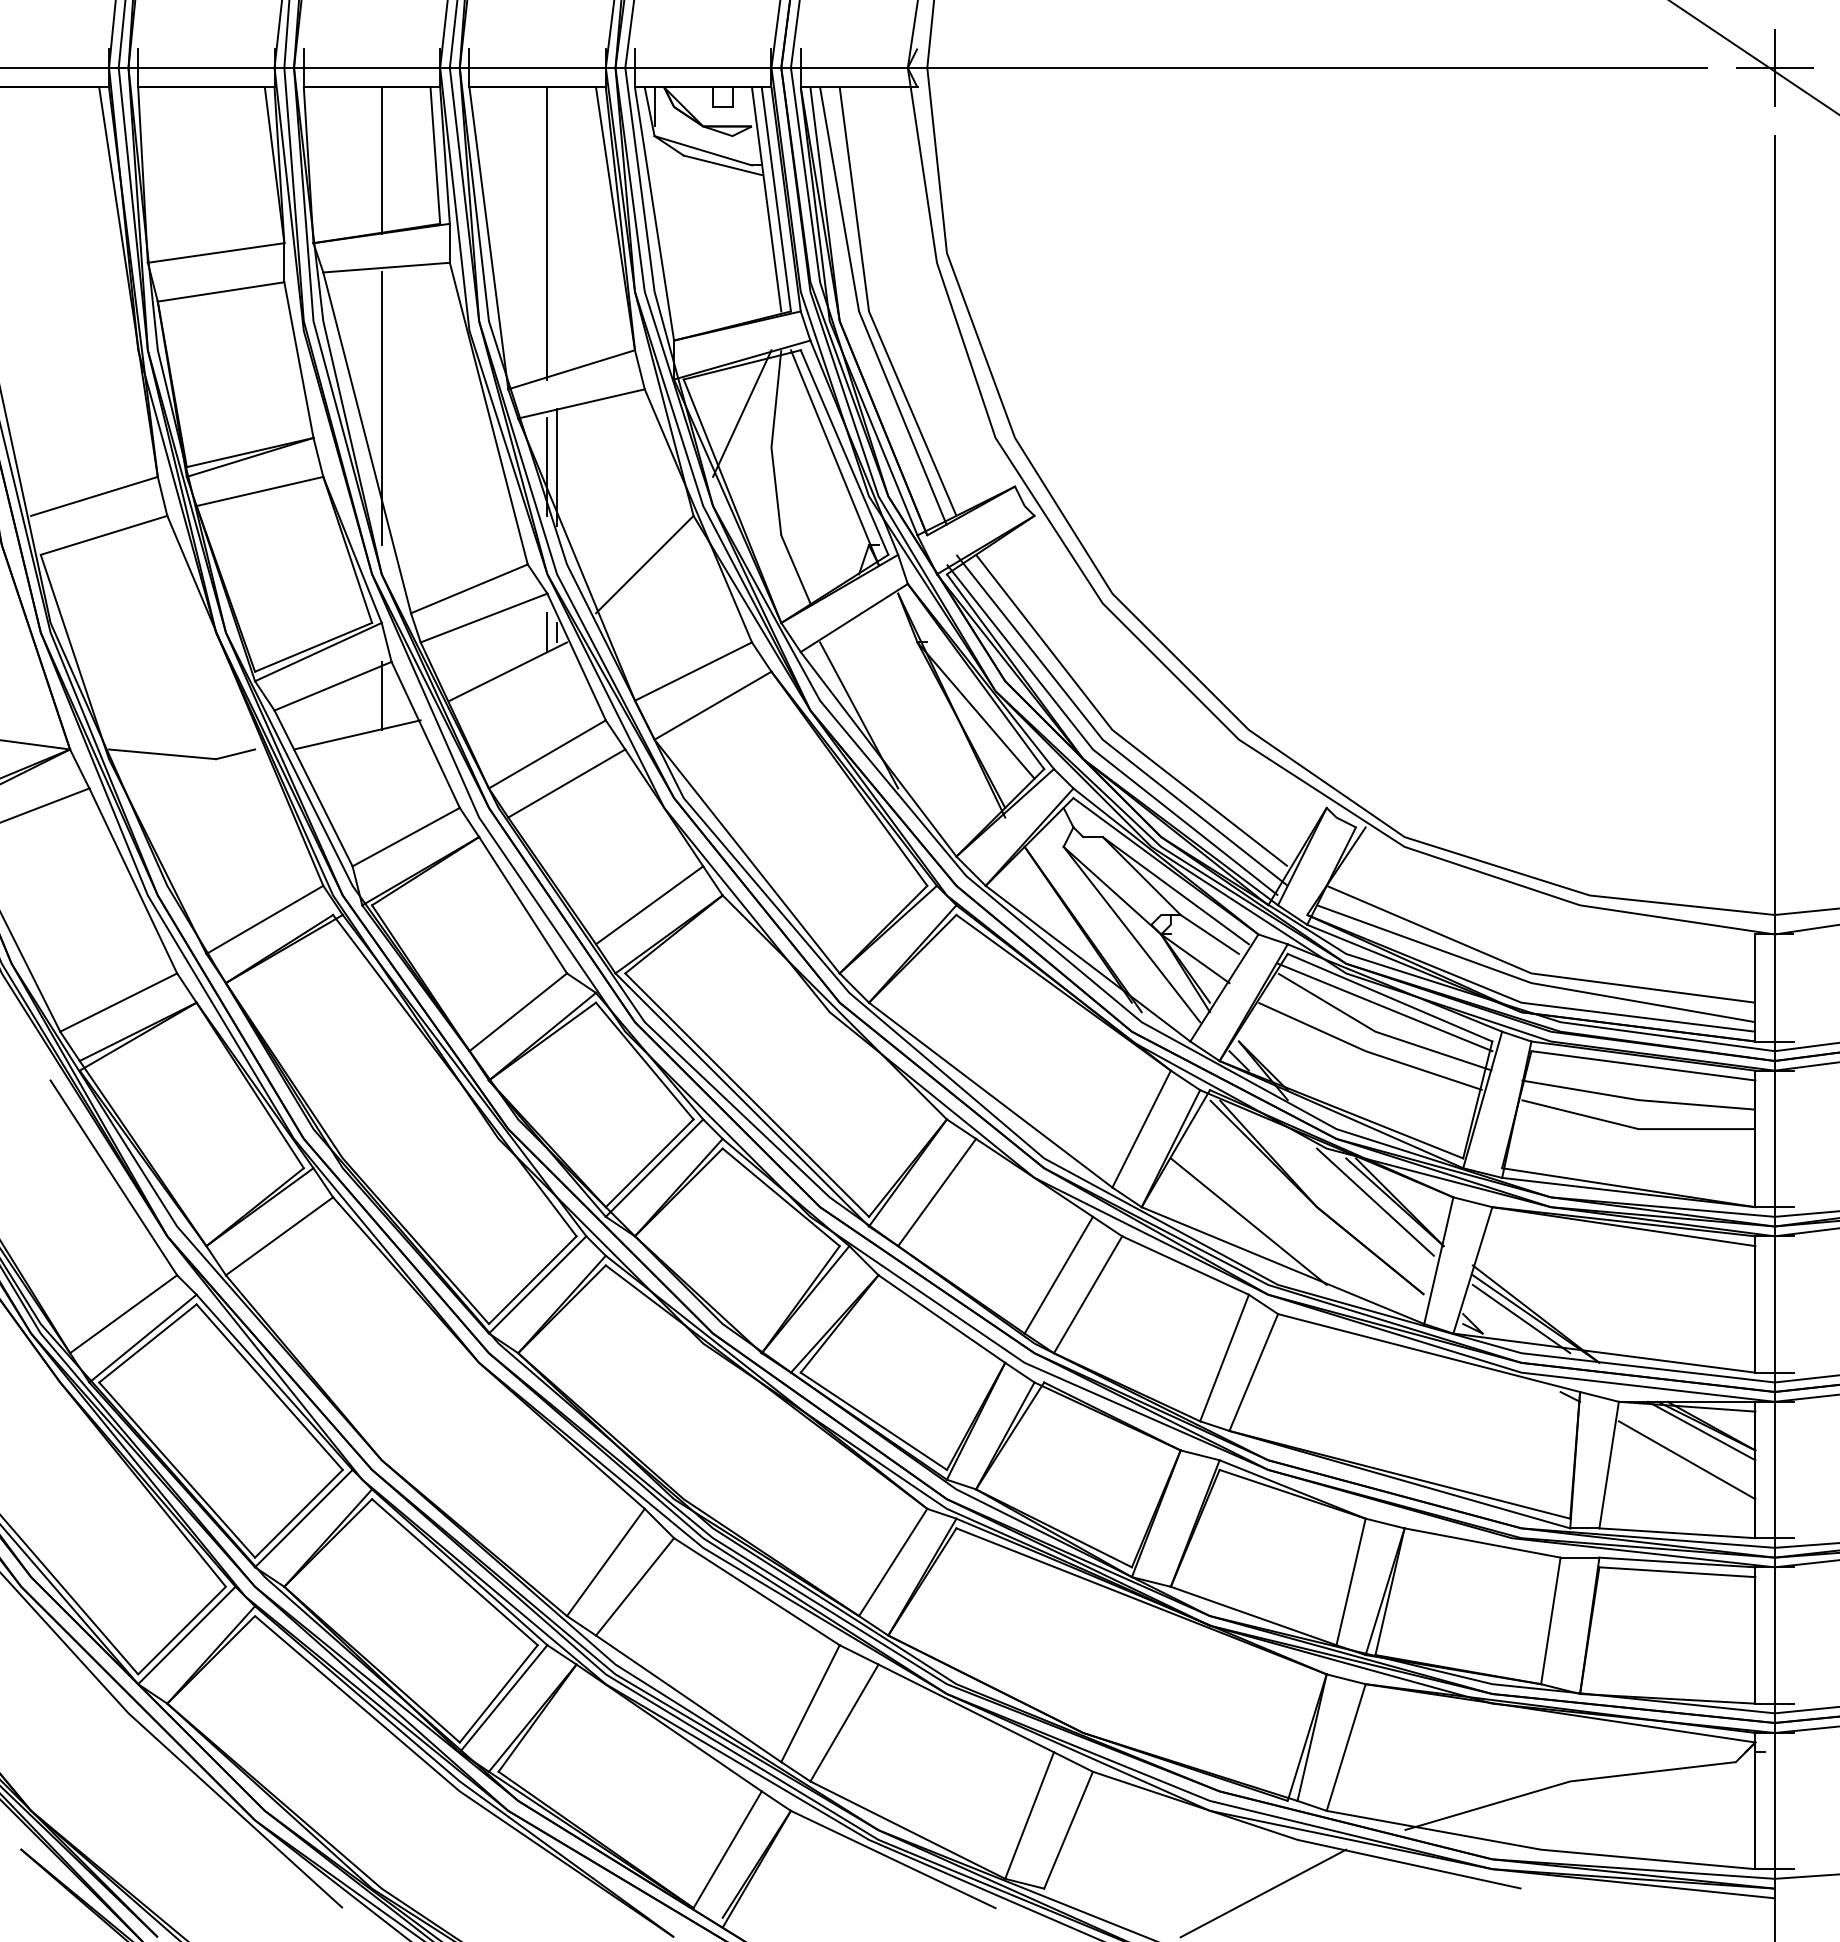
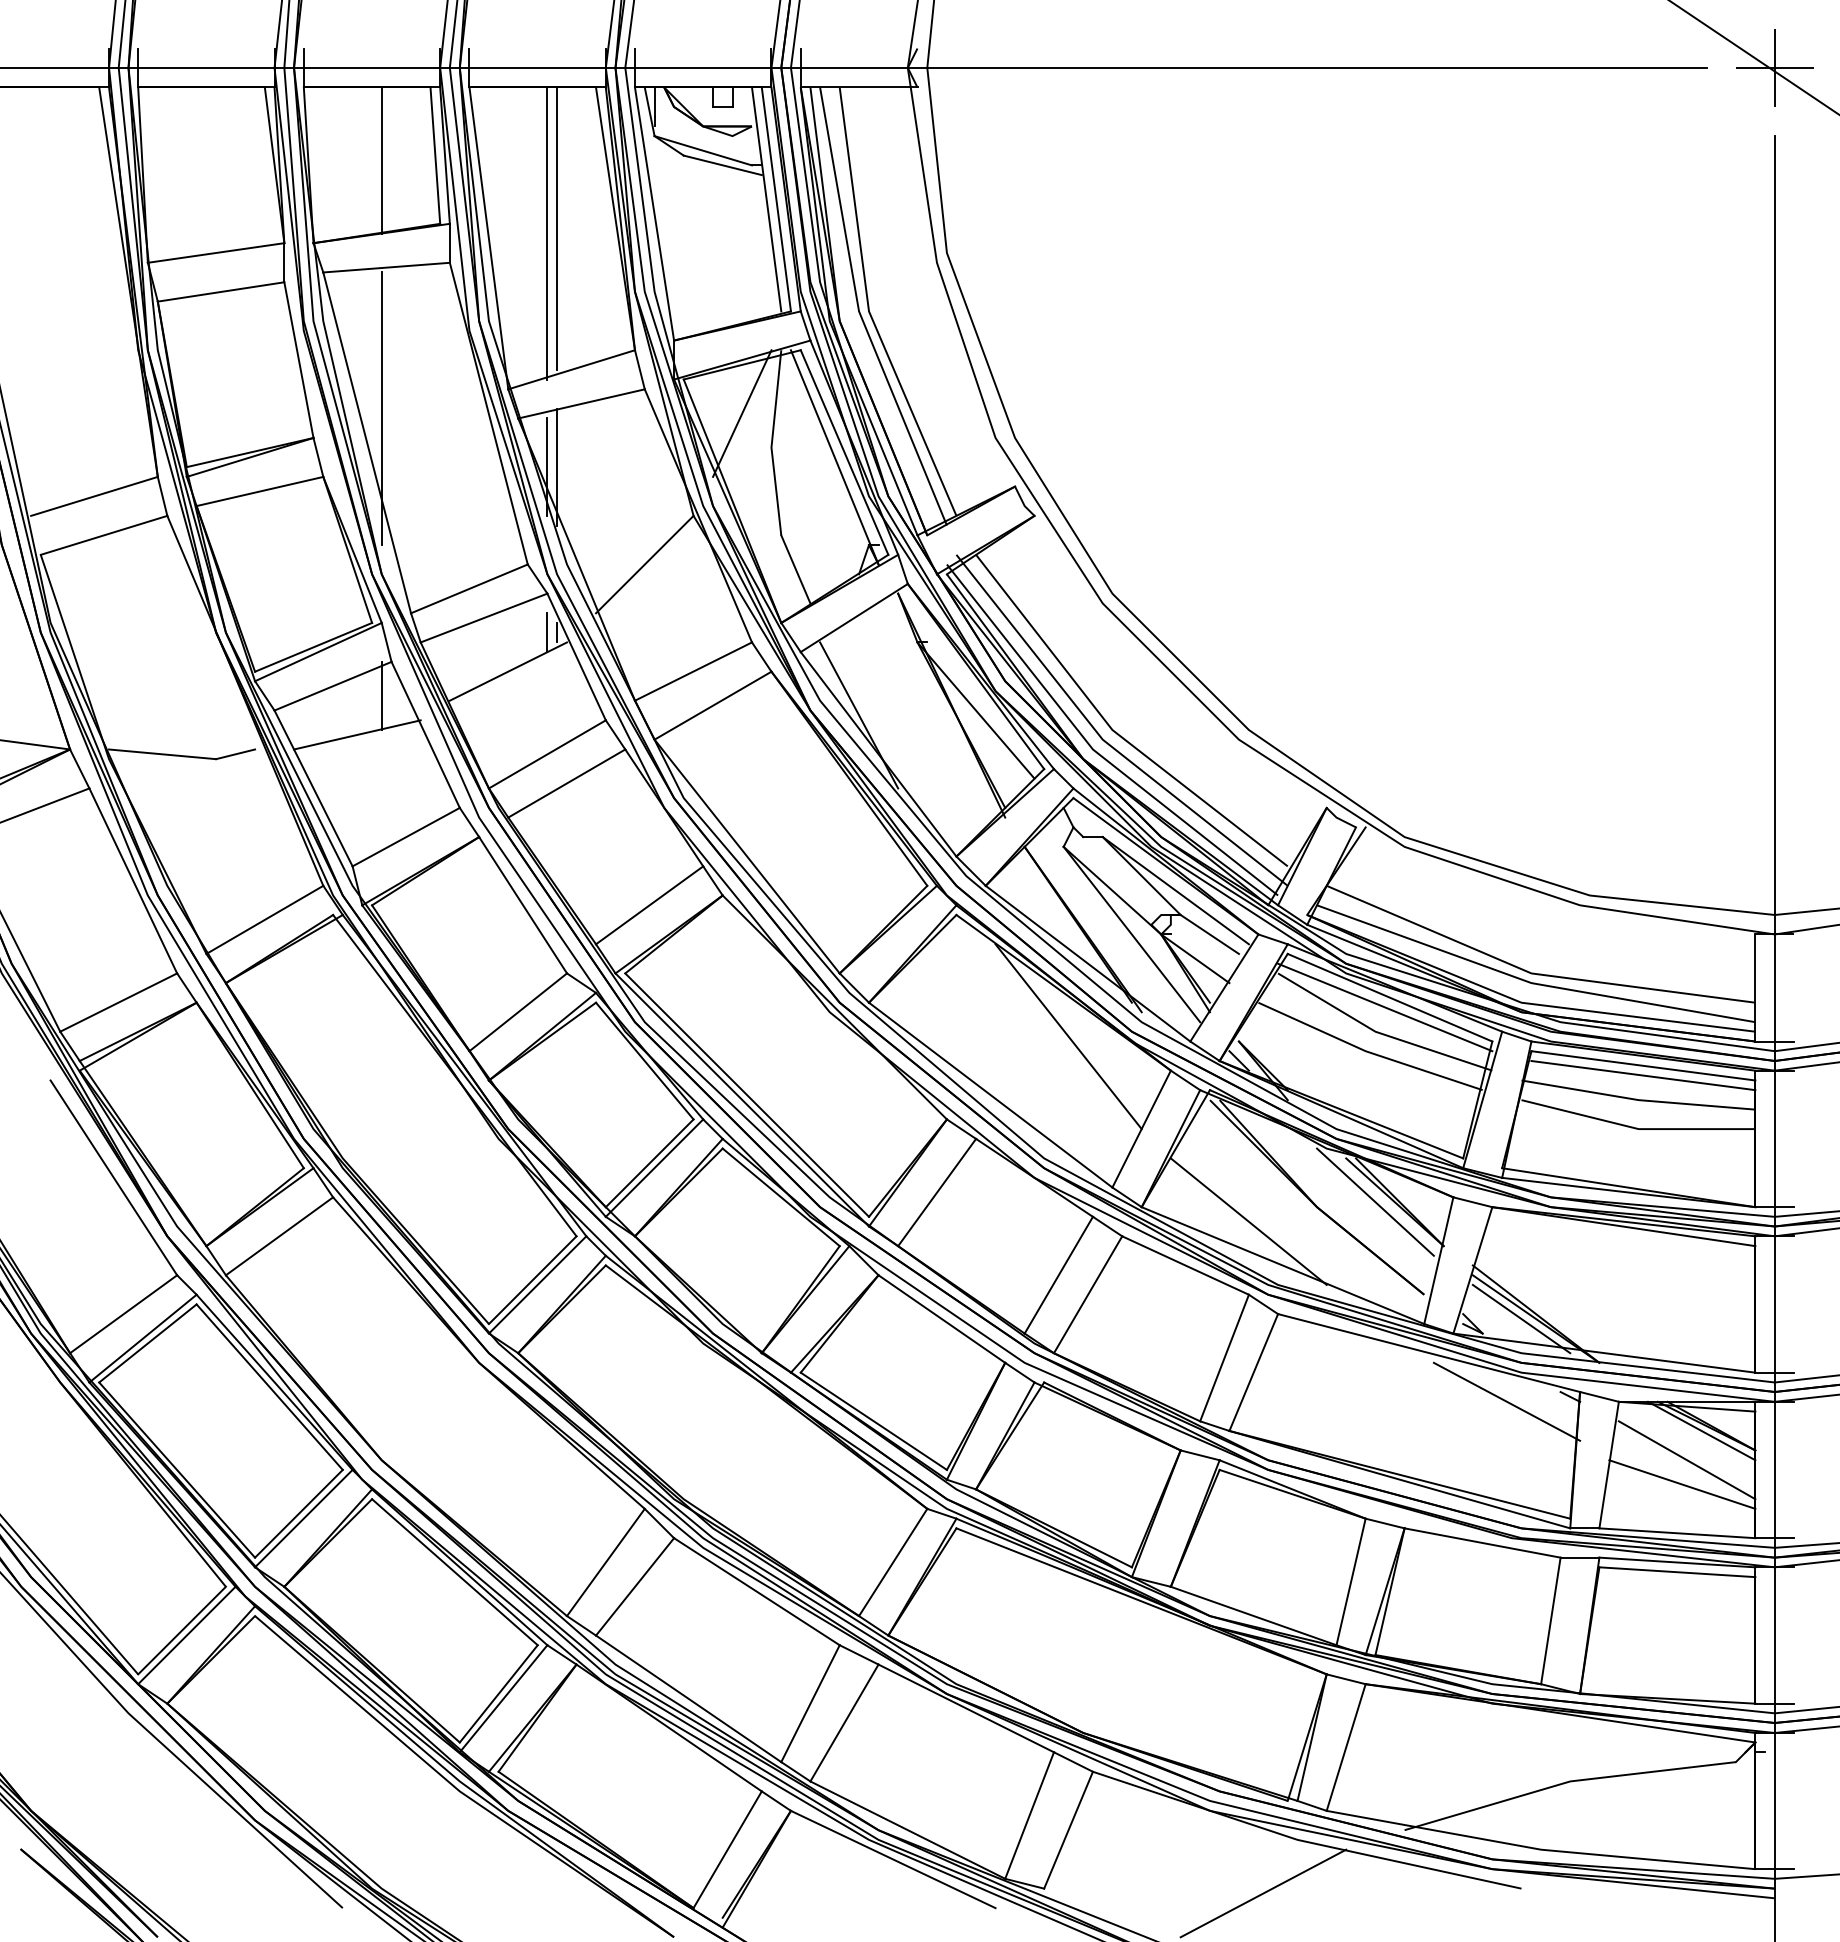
line at (557, 228): none -> present
line at (1068, 1036): none -> present
line at (1643, 1075): none -> present
line at (1506, 1401): none -> present
line at (1682, 1484): none -> present
